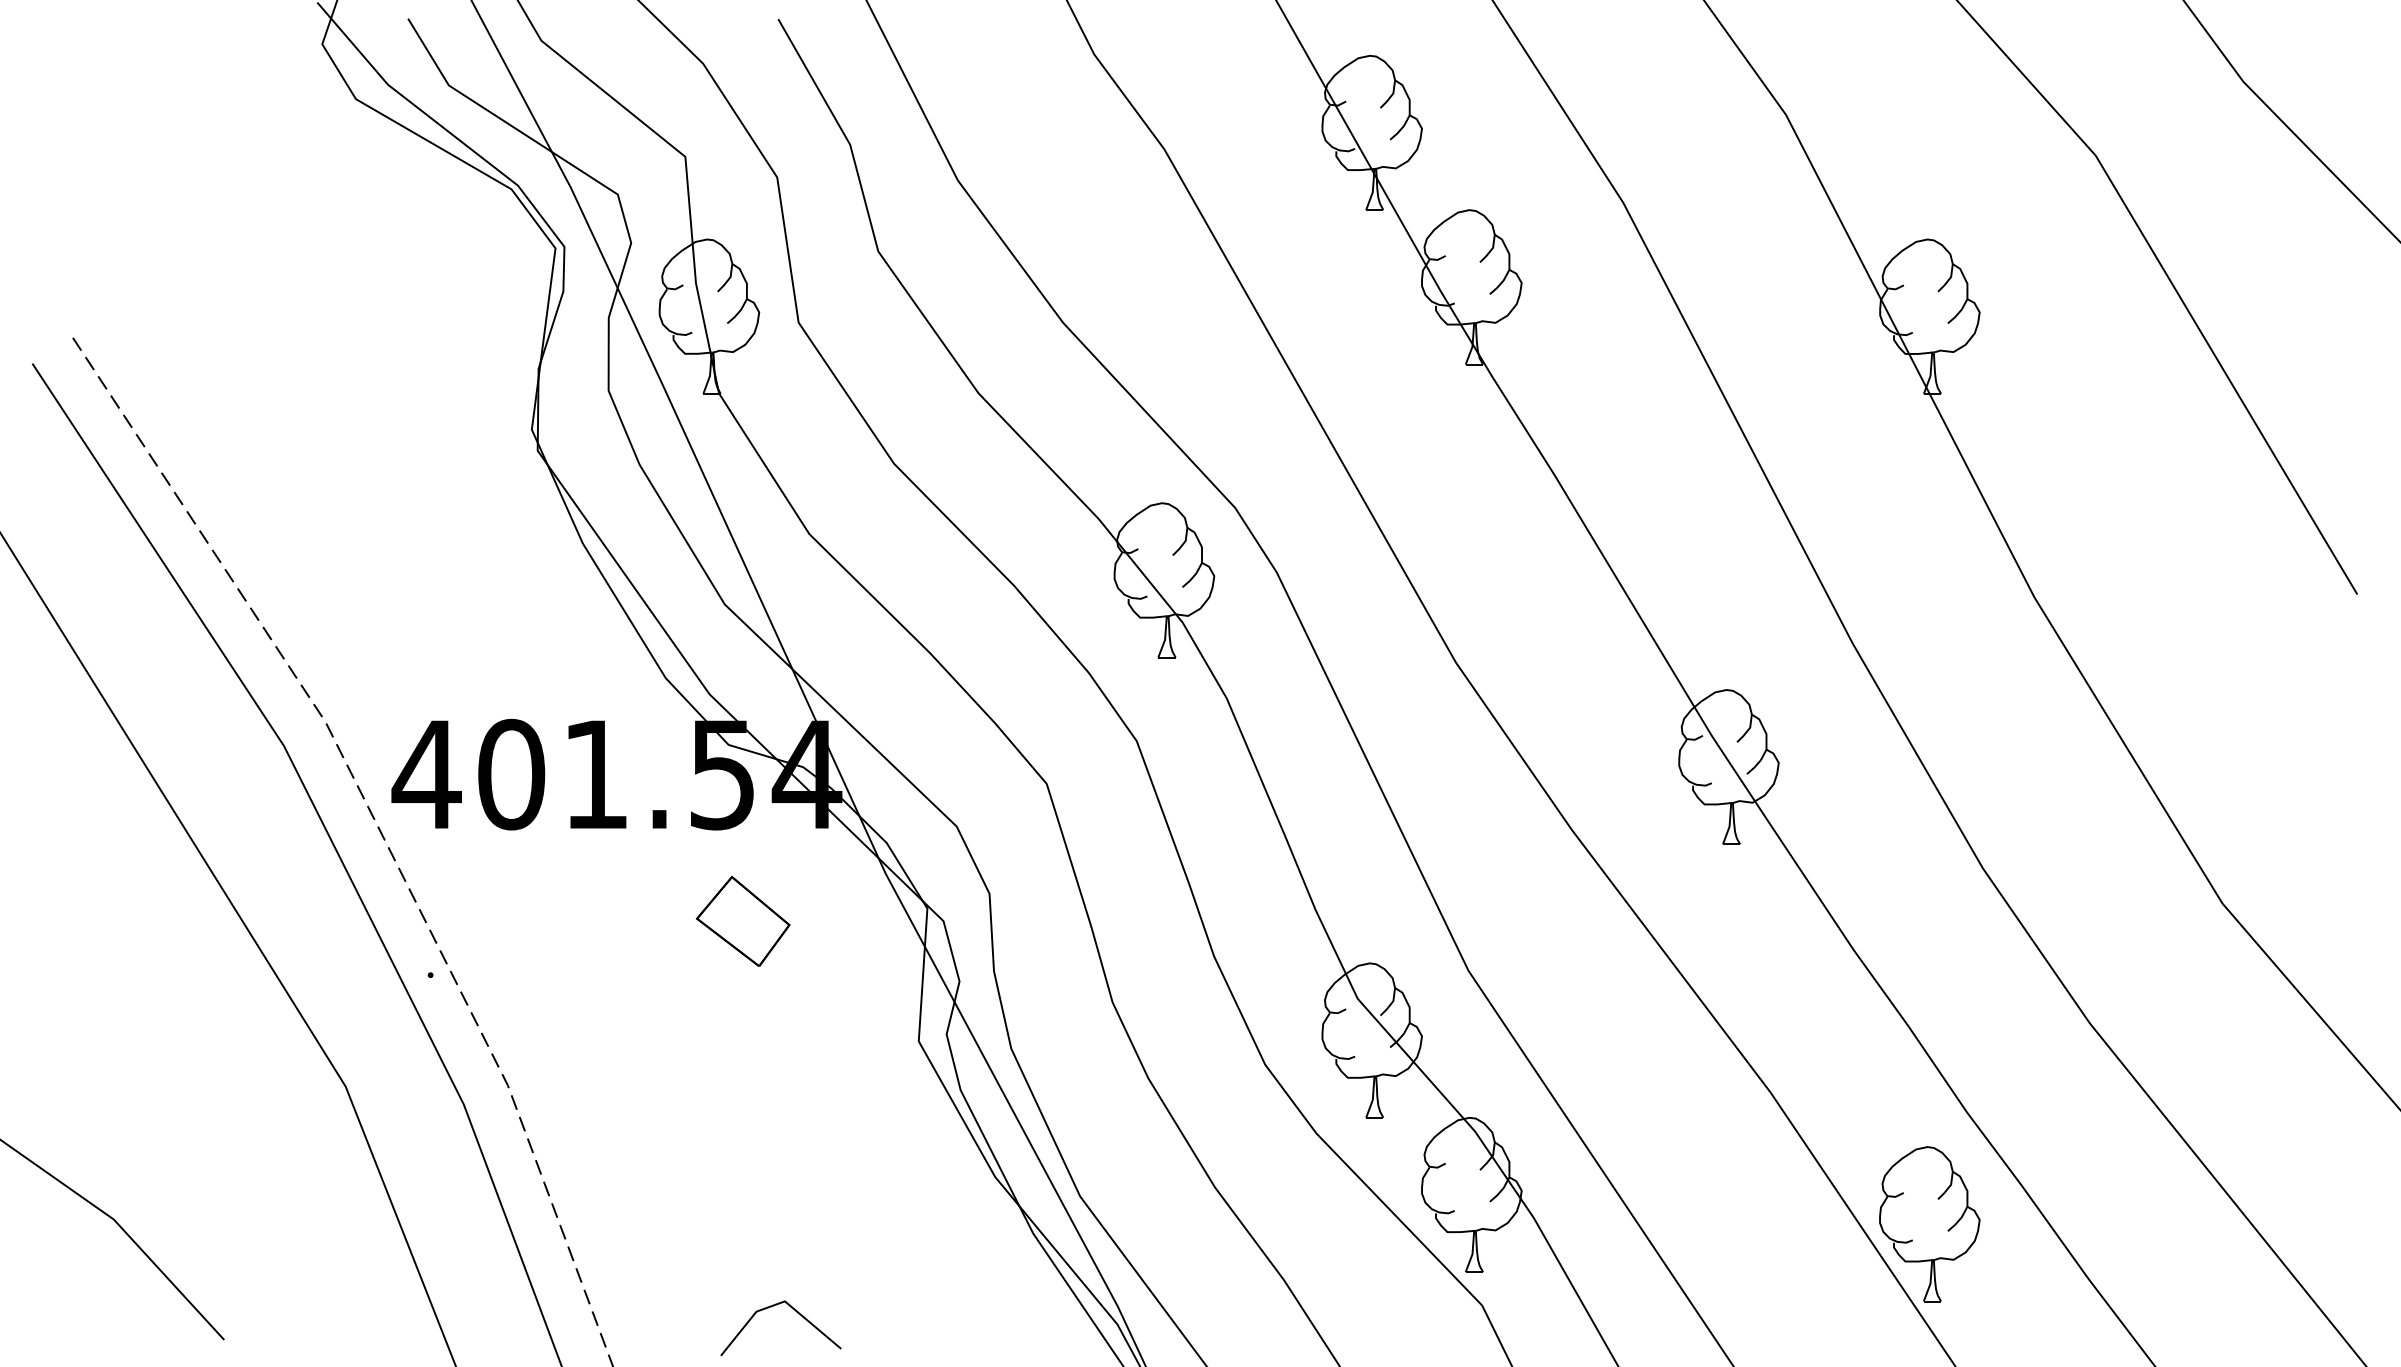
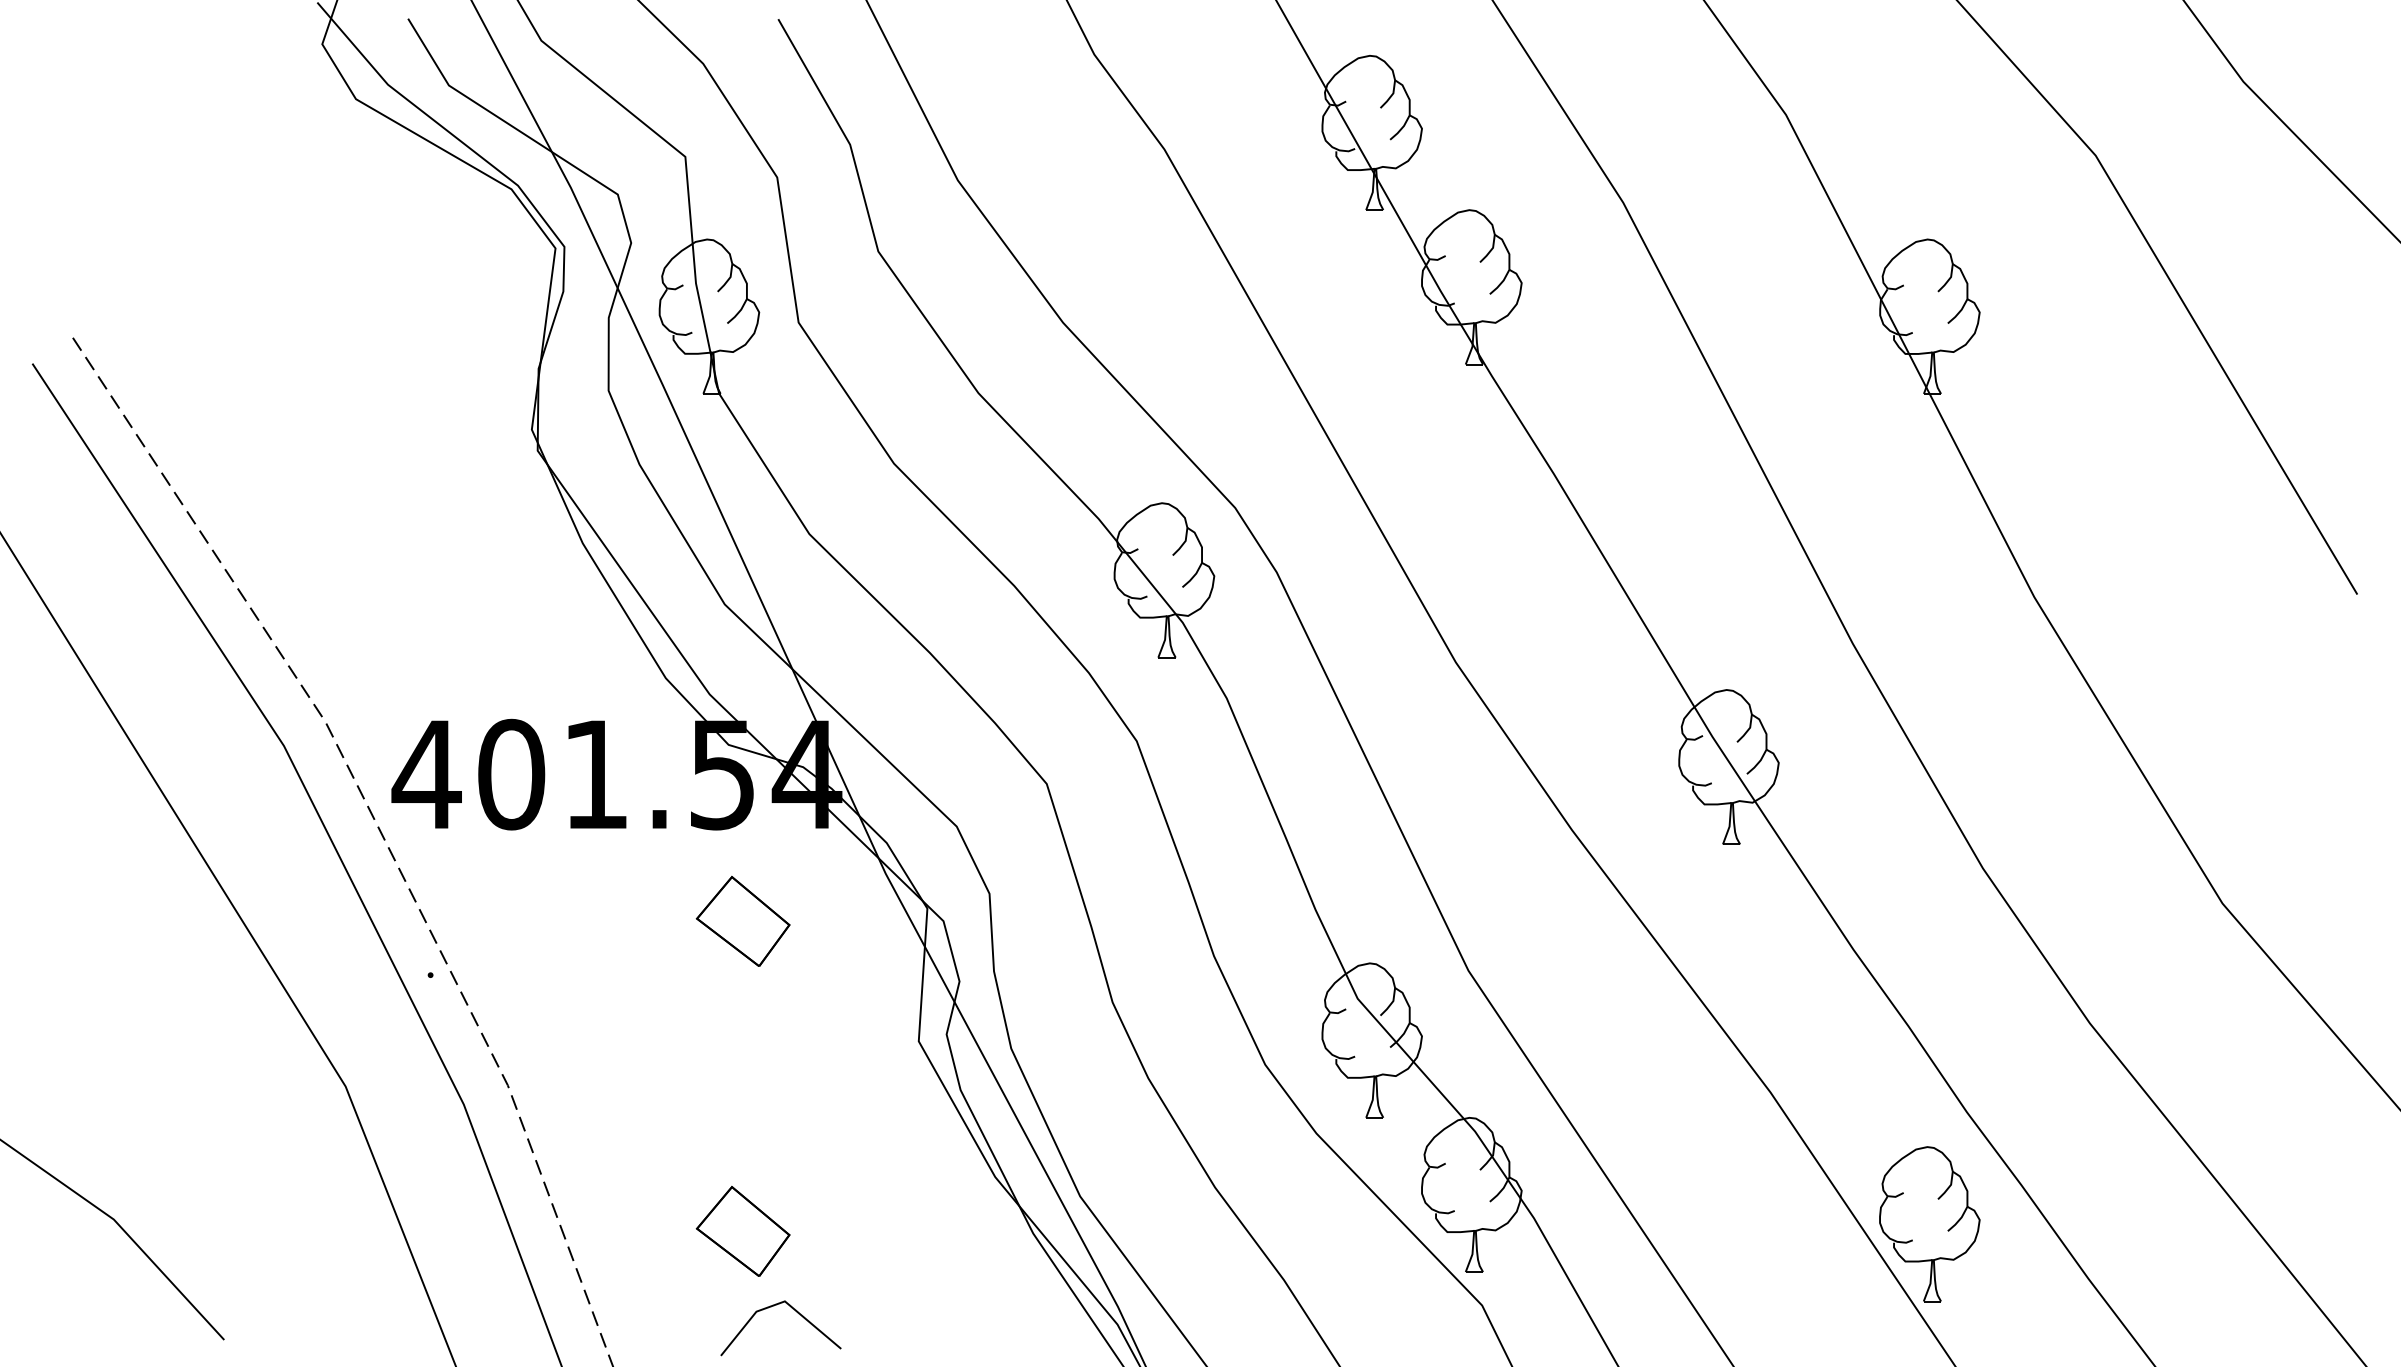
part at (742, 1230): none -> present
